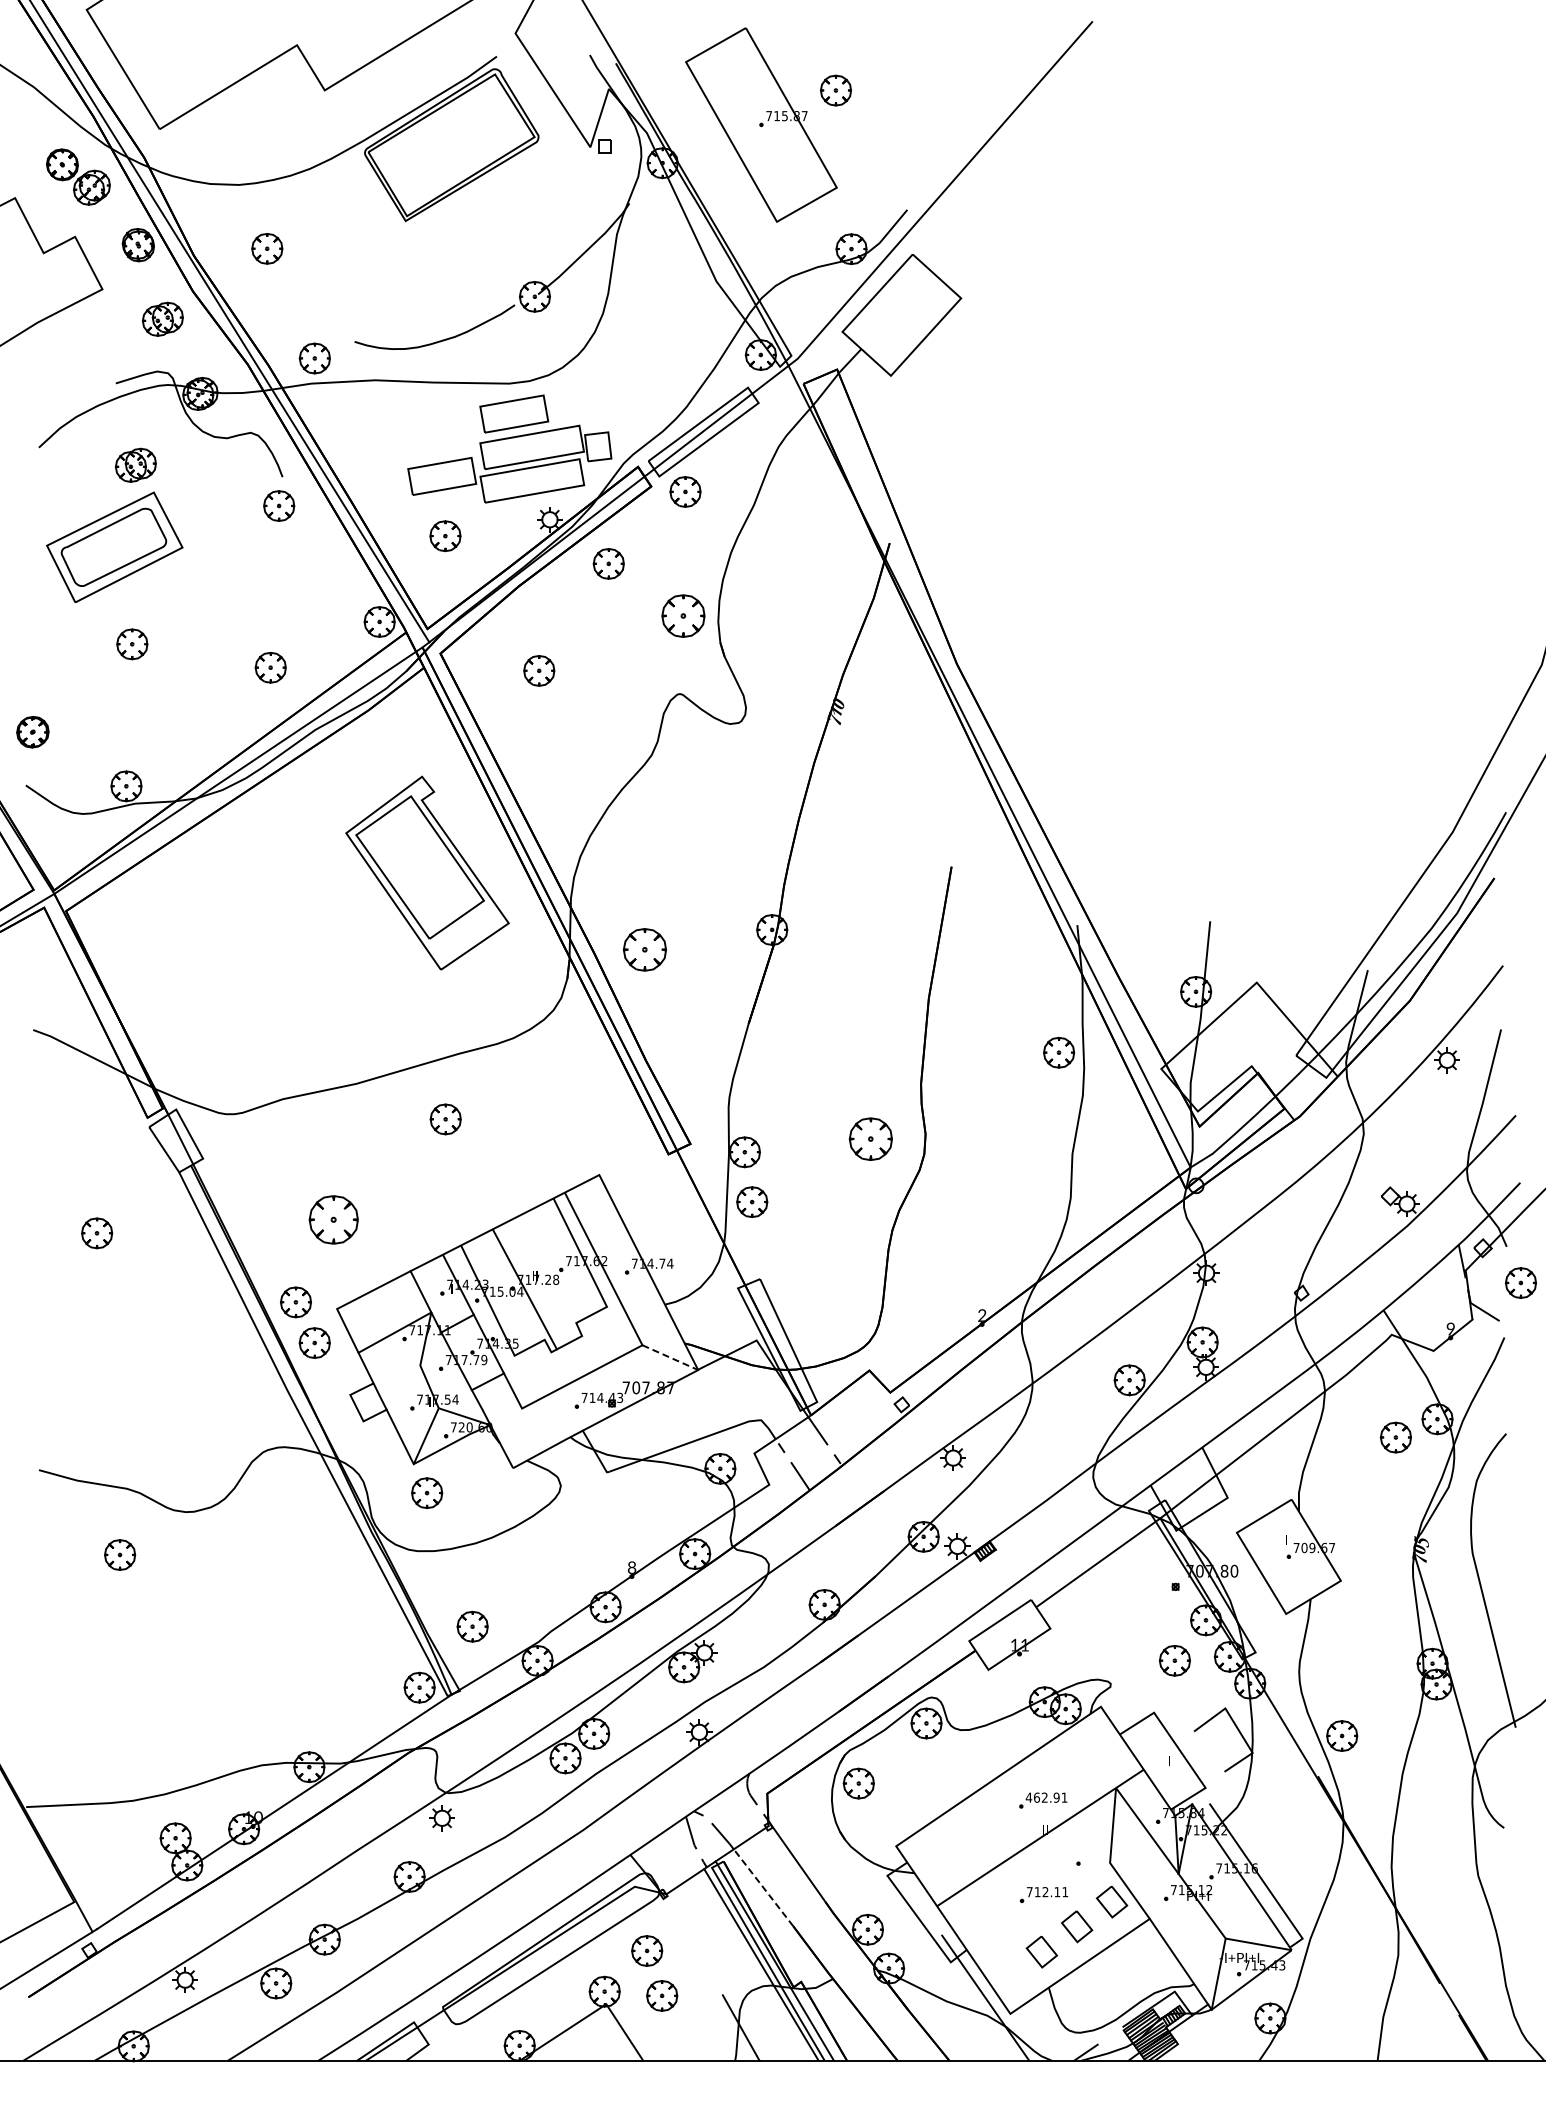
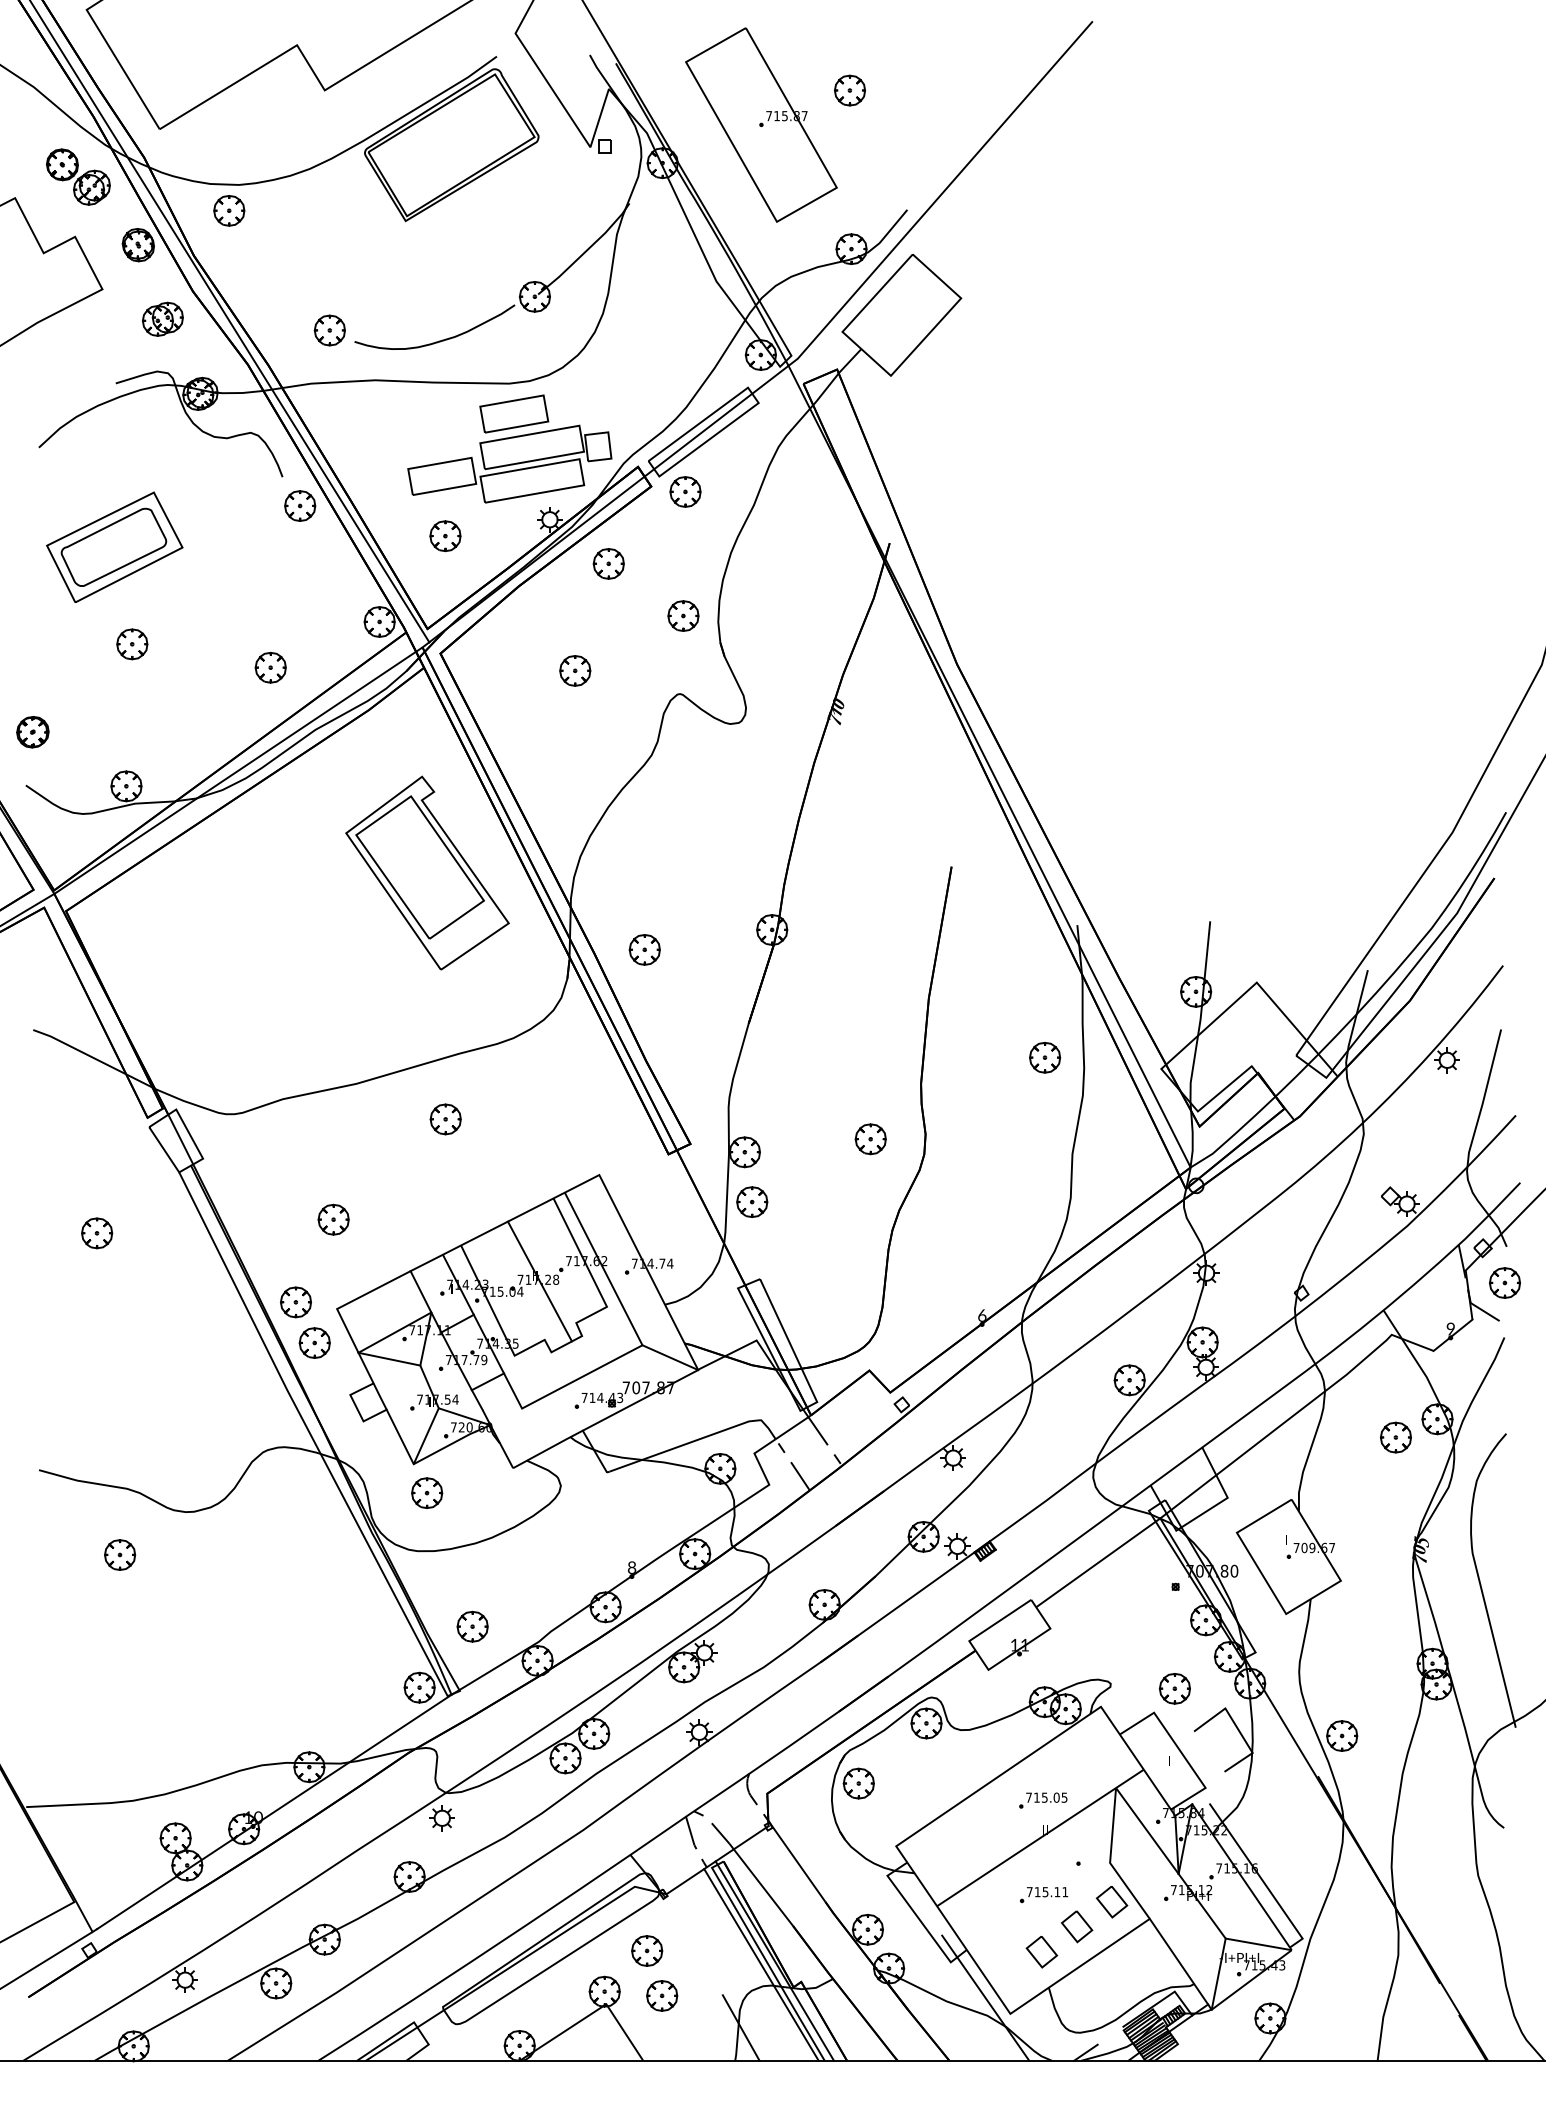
part at (835, 90) position: (835, 90) -> (849, 90)
part at (267, 248) position: (267, 248) -> (229, 210)
part at (314, 358) position: (314, 358) -> (329, 330)
part at (135, 464): present -> none
part at (279, 505) position: (279, 505) -> (300, 505)
part at (683, 615) size: 45x44 px -> 33x32 px
part at (539, 670) position: (539, 670) -> (575, 670)
part at (644, 949) size: 45x44 px -> 33x32 px
part at (1059, 1052) position: (1059, 1052) -> (1045, 1057)
part at (870, 1138) size: 45x44 px -> 33x33 px
part at (333, 1219) size: 51x50 px -> 33x33 px
part at (1520, 1282) position: (1520, 1282) -> (1504, 1282)
line at (524, 1289) position: (524, 1289) -> (539, 1281)
text at (982, 1315): 2 -> 6
line at (670, 1357): dashed -> solid
line at (389, 1358): none -> present
part at (1174, 1660) position: (1174, 1660) -> (1174, 1688)
text at (1046, 1797): 462.91 -> 715.05
line at (763, 1887): dashed -> solid
text at (1045, 1892): 712.11 -> 715.11
